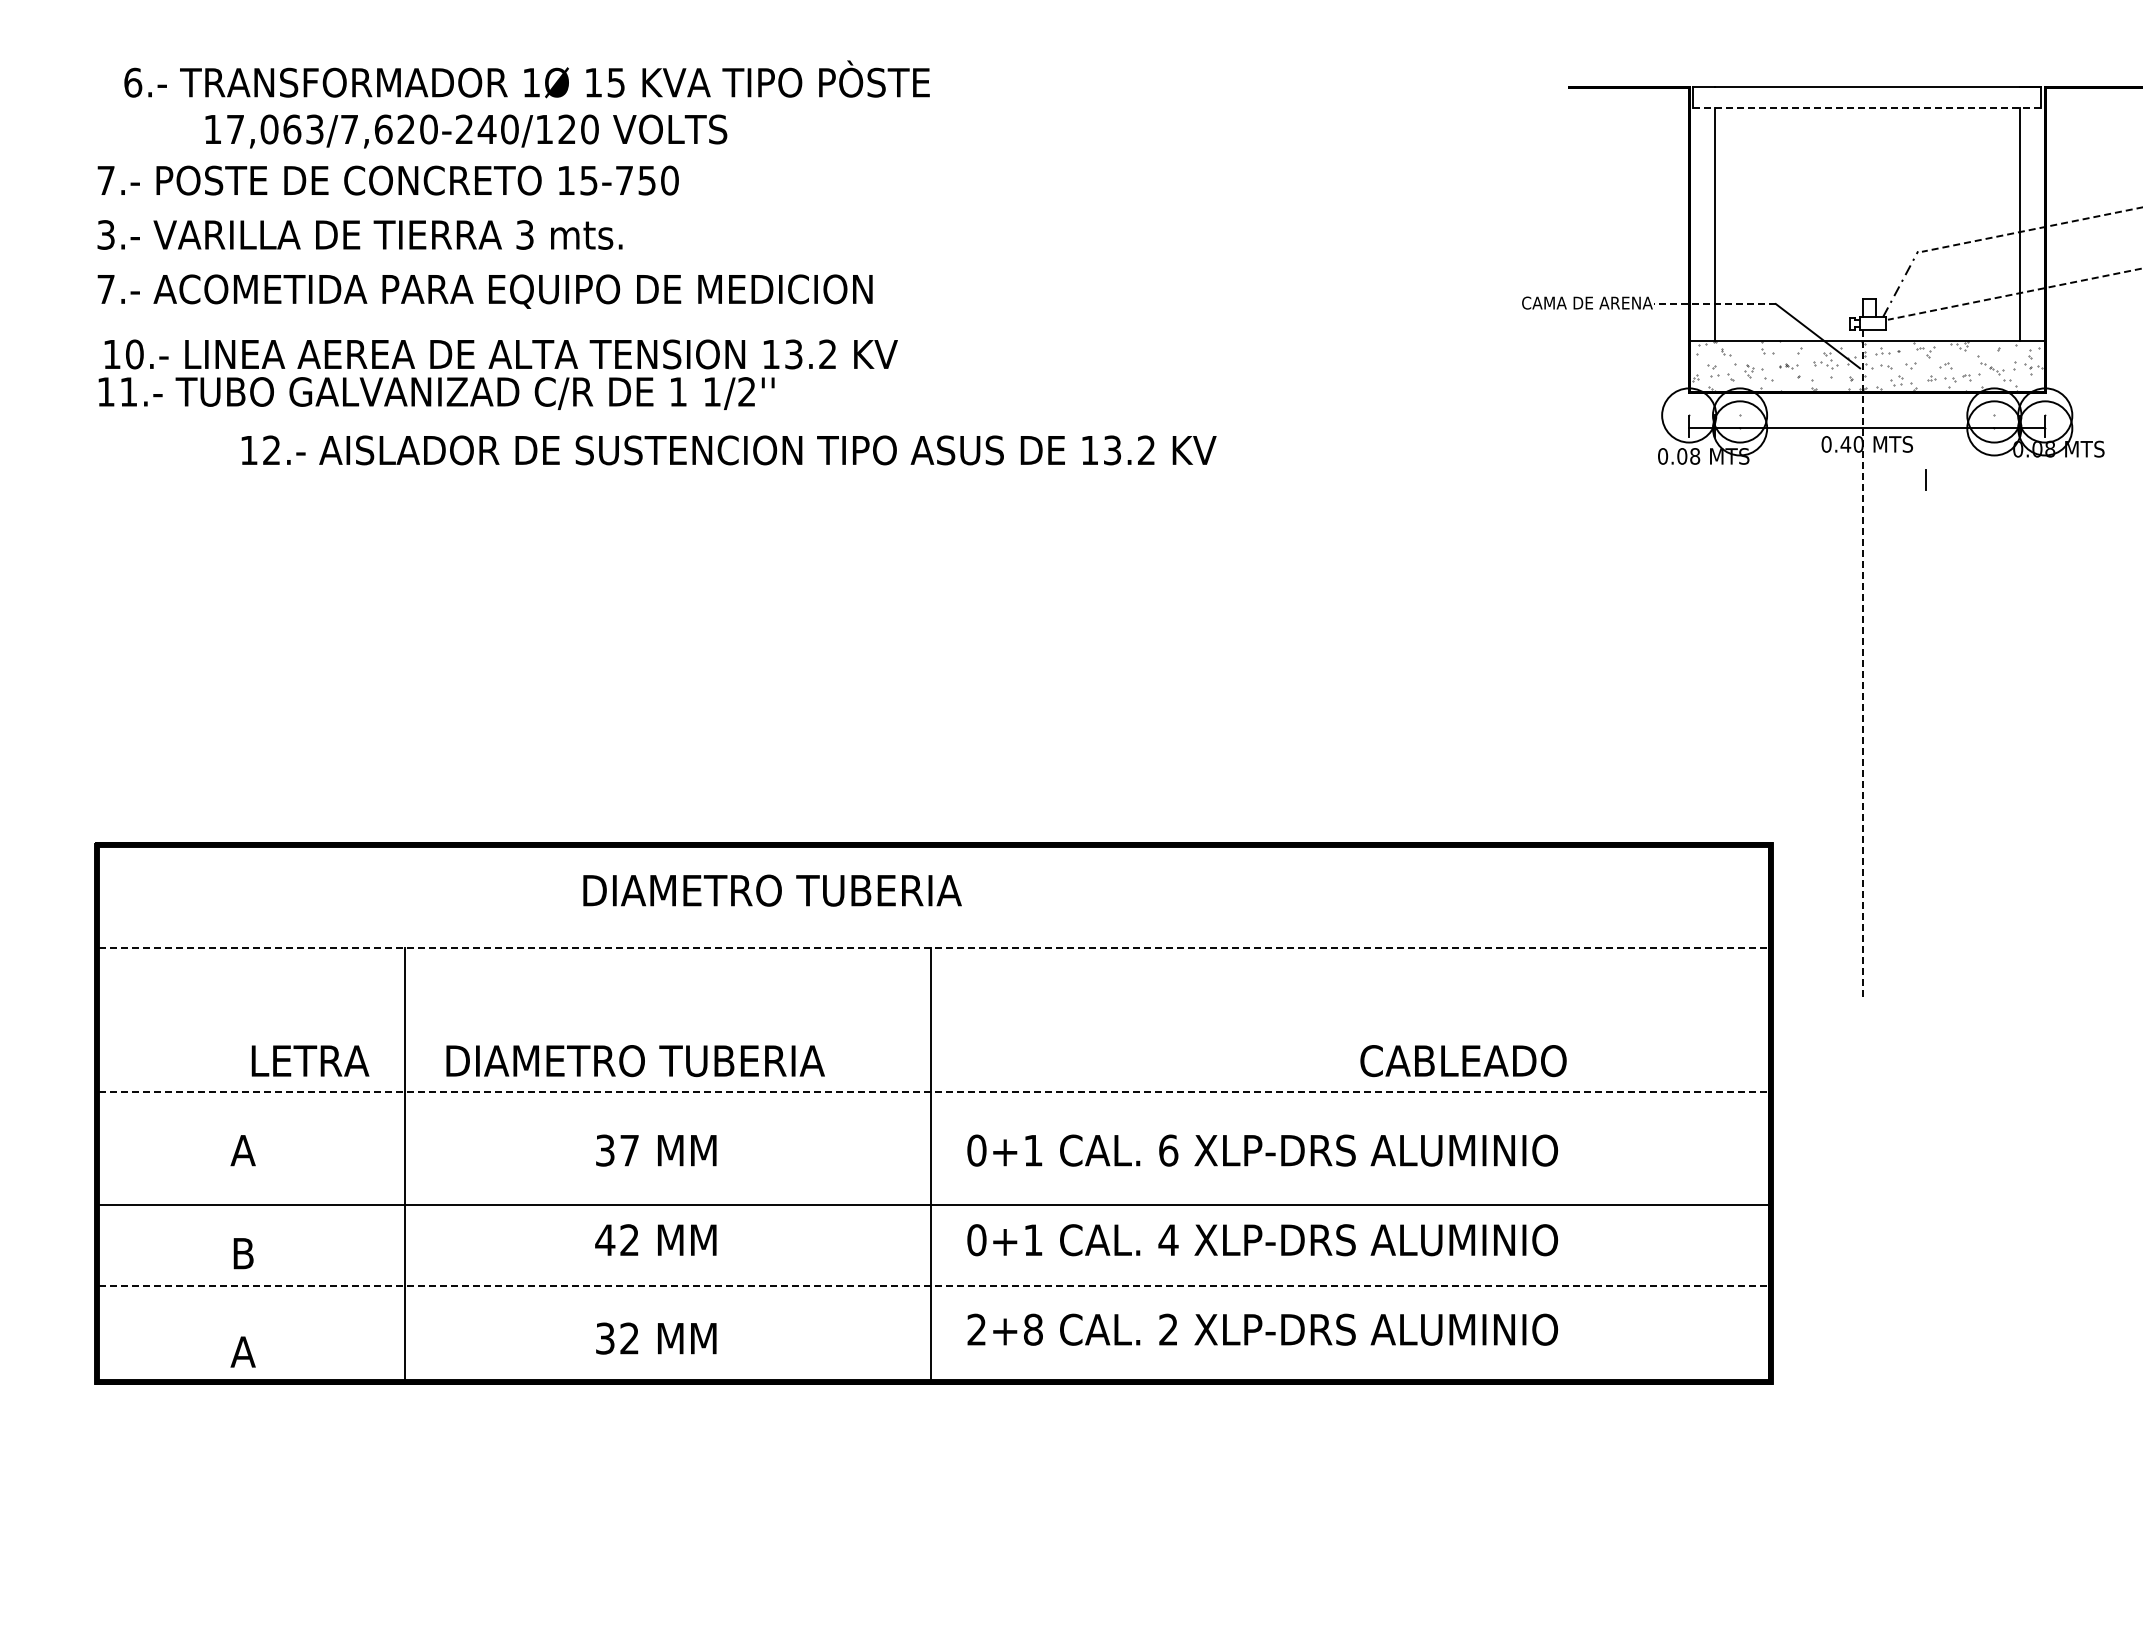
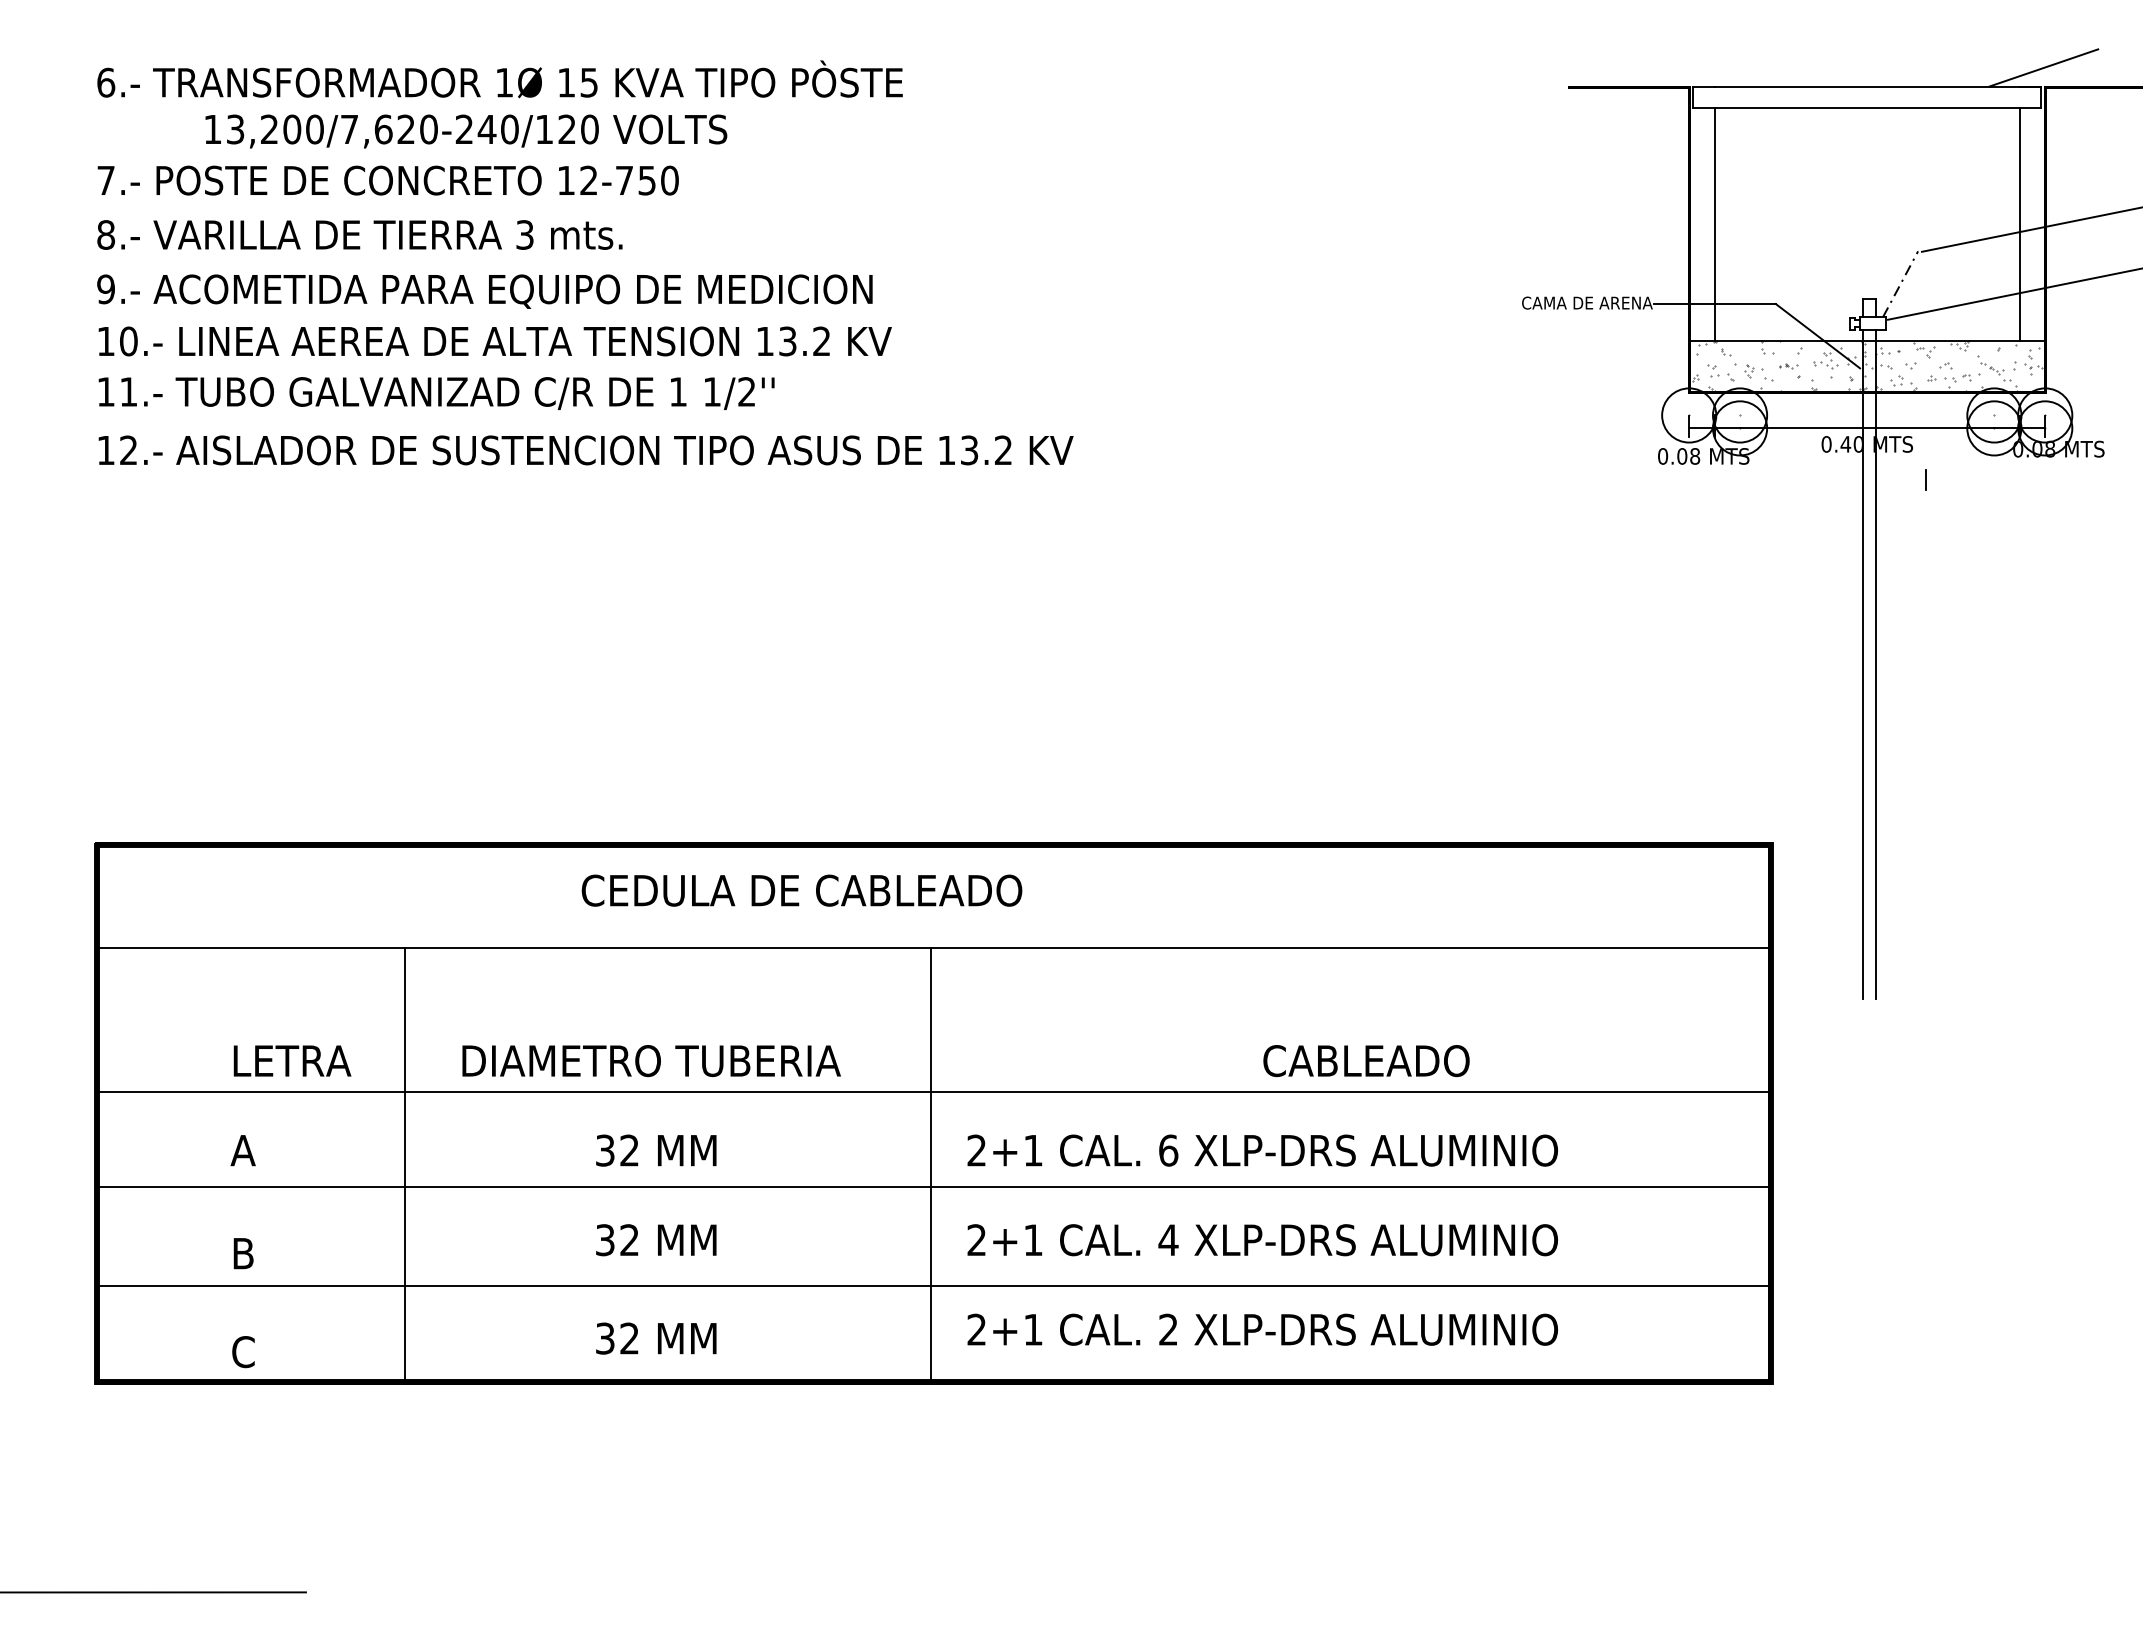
line at (2043, 67): none -> present
text at (526, 79) position: (526, 79) -> (499, 79)
line at (1867, 107): dashed -> solid
text at (275, 129): 17,063/7,620-240/120 -> 13,200/7,620-240/120
text at (588, 180): 15-750 -> 12-750
line at (2031, 229): dashed -> solid
text at (106, 234): 3.- -> 8.-
text at (105, 289): 7.- -> 9.-
line at (2015, 294): dashed -> solid
line at (1714, 304): dashed -> solid
text at (500, 354) position: (500, 354) -> (494, 341)
text at (728, 450) position: (728, 450) -> (585, 450)
line at (1863, 664): dashed -> solid
line at (1876, 664): none -> present
text at (801, 890): DIAMETRO TUBERIA -> CEDULA DE CABLEADO
line at (933, 947): dashed -> solid
text at (310, 1060) position: (310, 1060) -> (292, 1060)
text at (635, 1061) position: (635, 1061) -> (651, 1061)
text at (1463, 1061) position: (1463, 1061) -> (1366, 1061)
line at (933, 1091): dashed -> solid
text at (629, 1150): 37 -> 32
text at (976, 1150): 0+1 -> 2+1
line at (933, 1205) position: (933, 1205) -> (933, 1187)
text at (605, 1240): 42 -> 32
text at (976, 1240): 0+1 -> 2+1
line at (933, 1285): dashed -> solid
text at (1032, 1329): 2+8 -> 2+1
text at (242, 1352): A -> C
line at (153, 1592): none -> present
